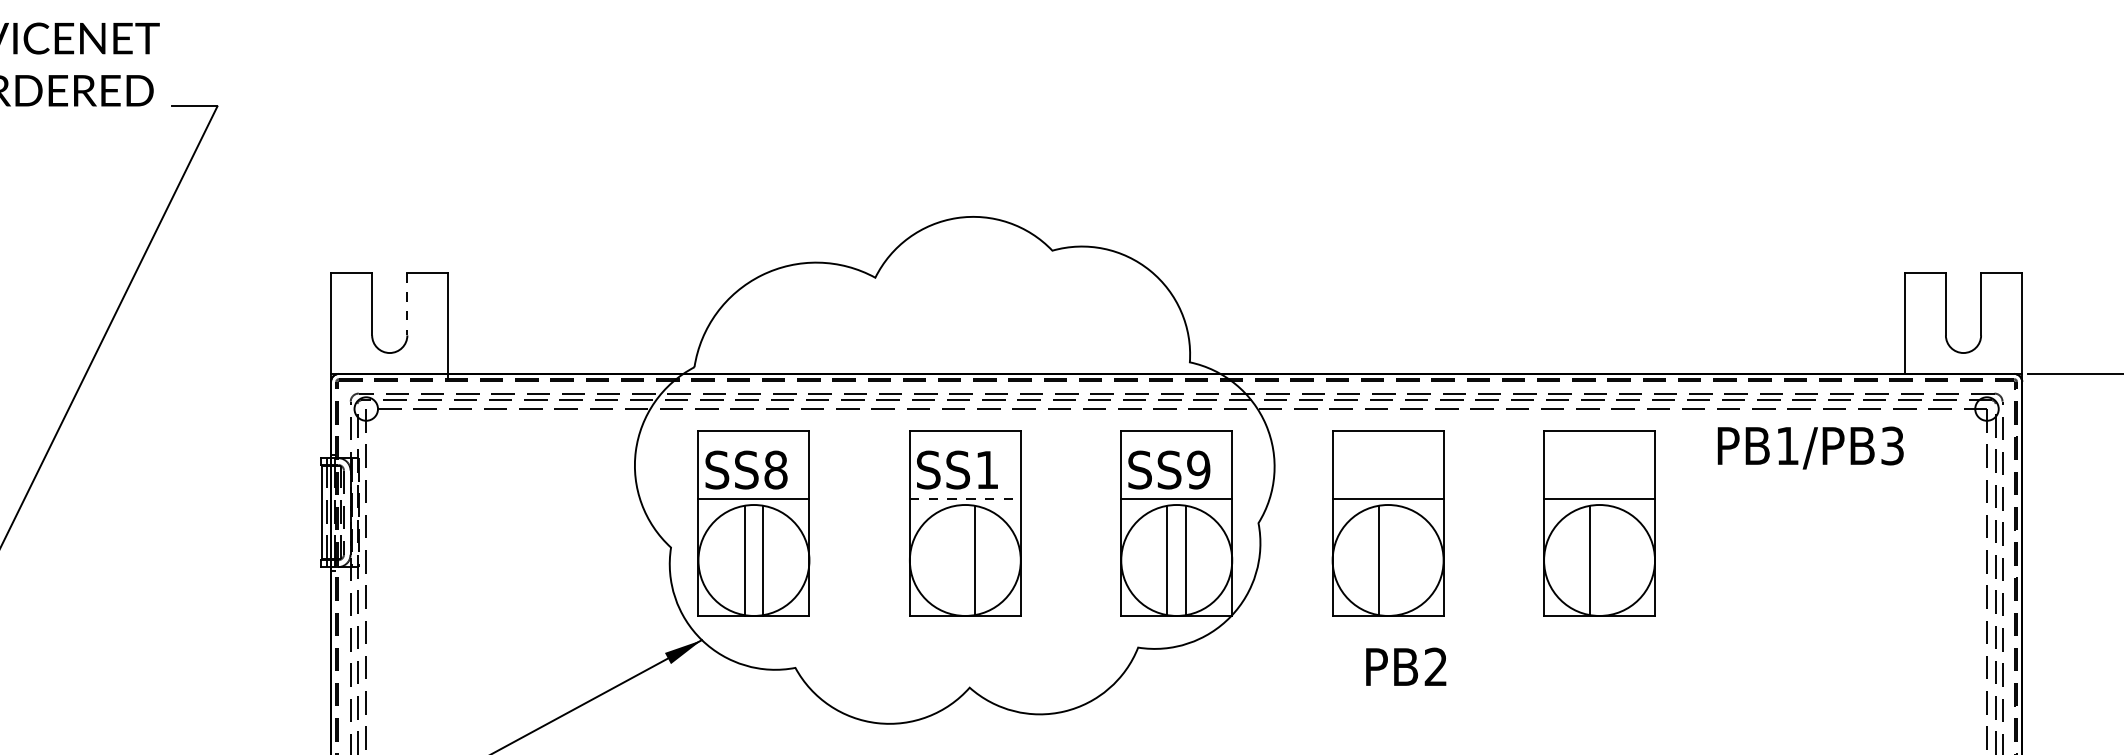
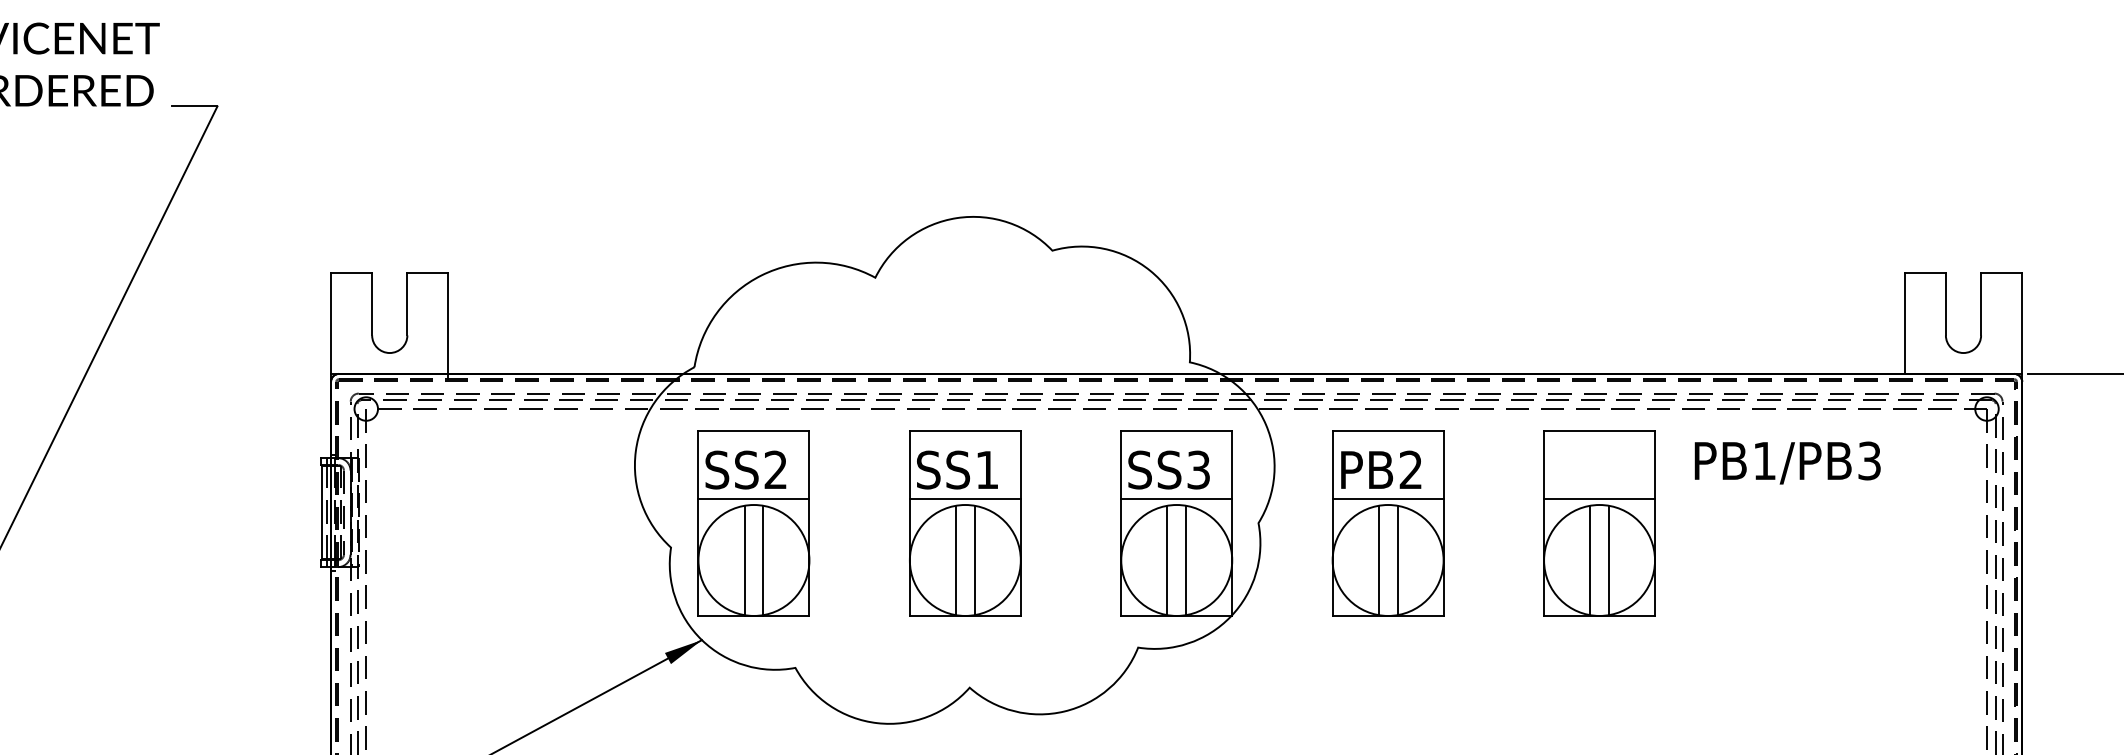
line at (407, 304): dashed -> solid
text at (1810, 447) position: (1810, 447) -> (1787, 462)
text at (775, 469): SS8 -> SS2
text at (1198, 469): SS9 -> SS3
line at (965, 498): dashed -> solid
line at (955, 560): none -> present
line at (1397, 560): none -> present
line at (1608, 560): none -> present
text at (1406, 666) position: (1406, 666) -> (1381, 469)
